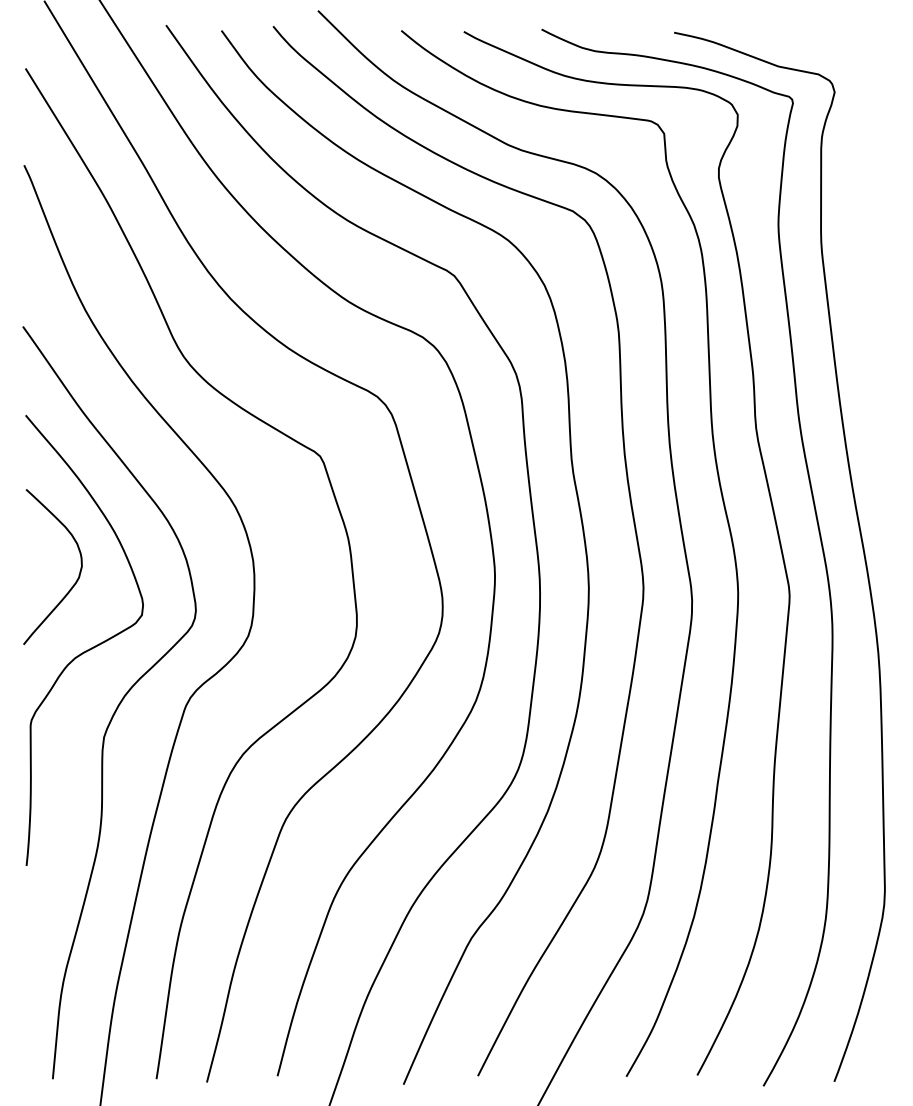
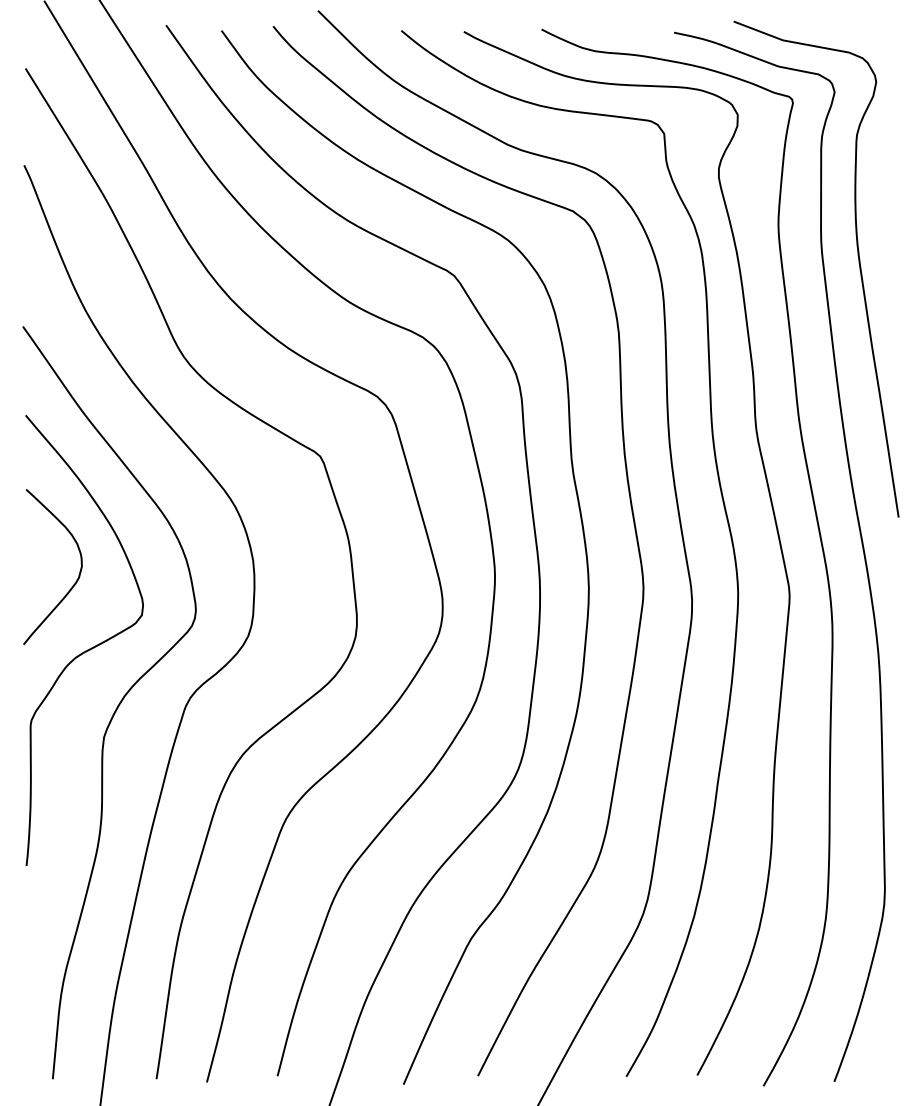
curve at (858, 263): none -> present
